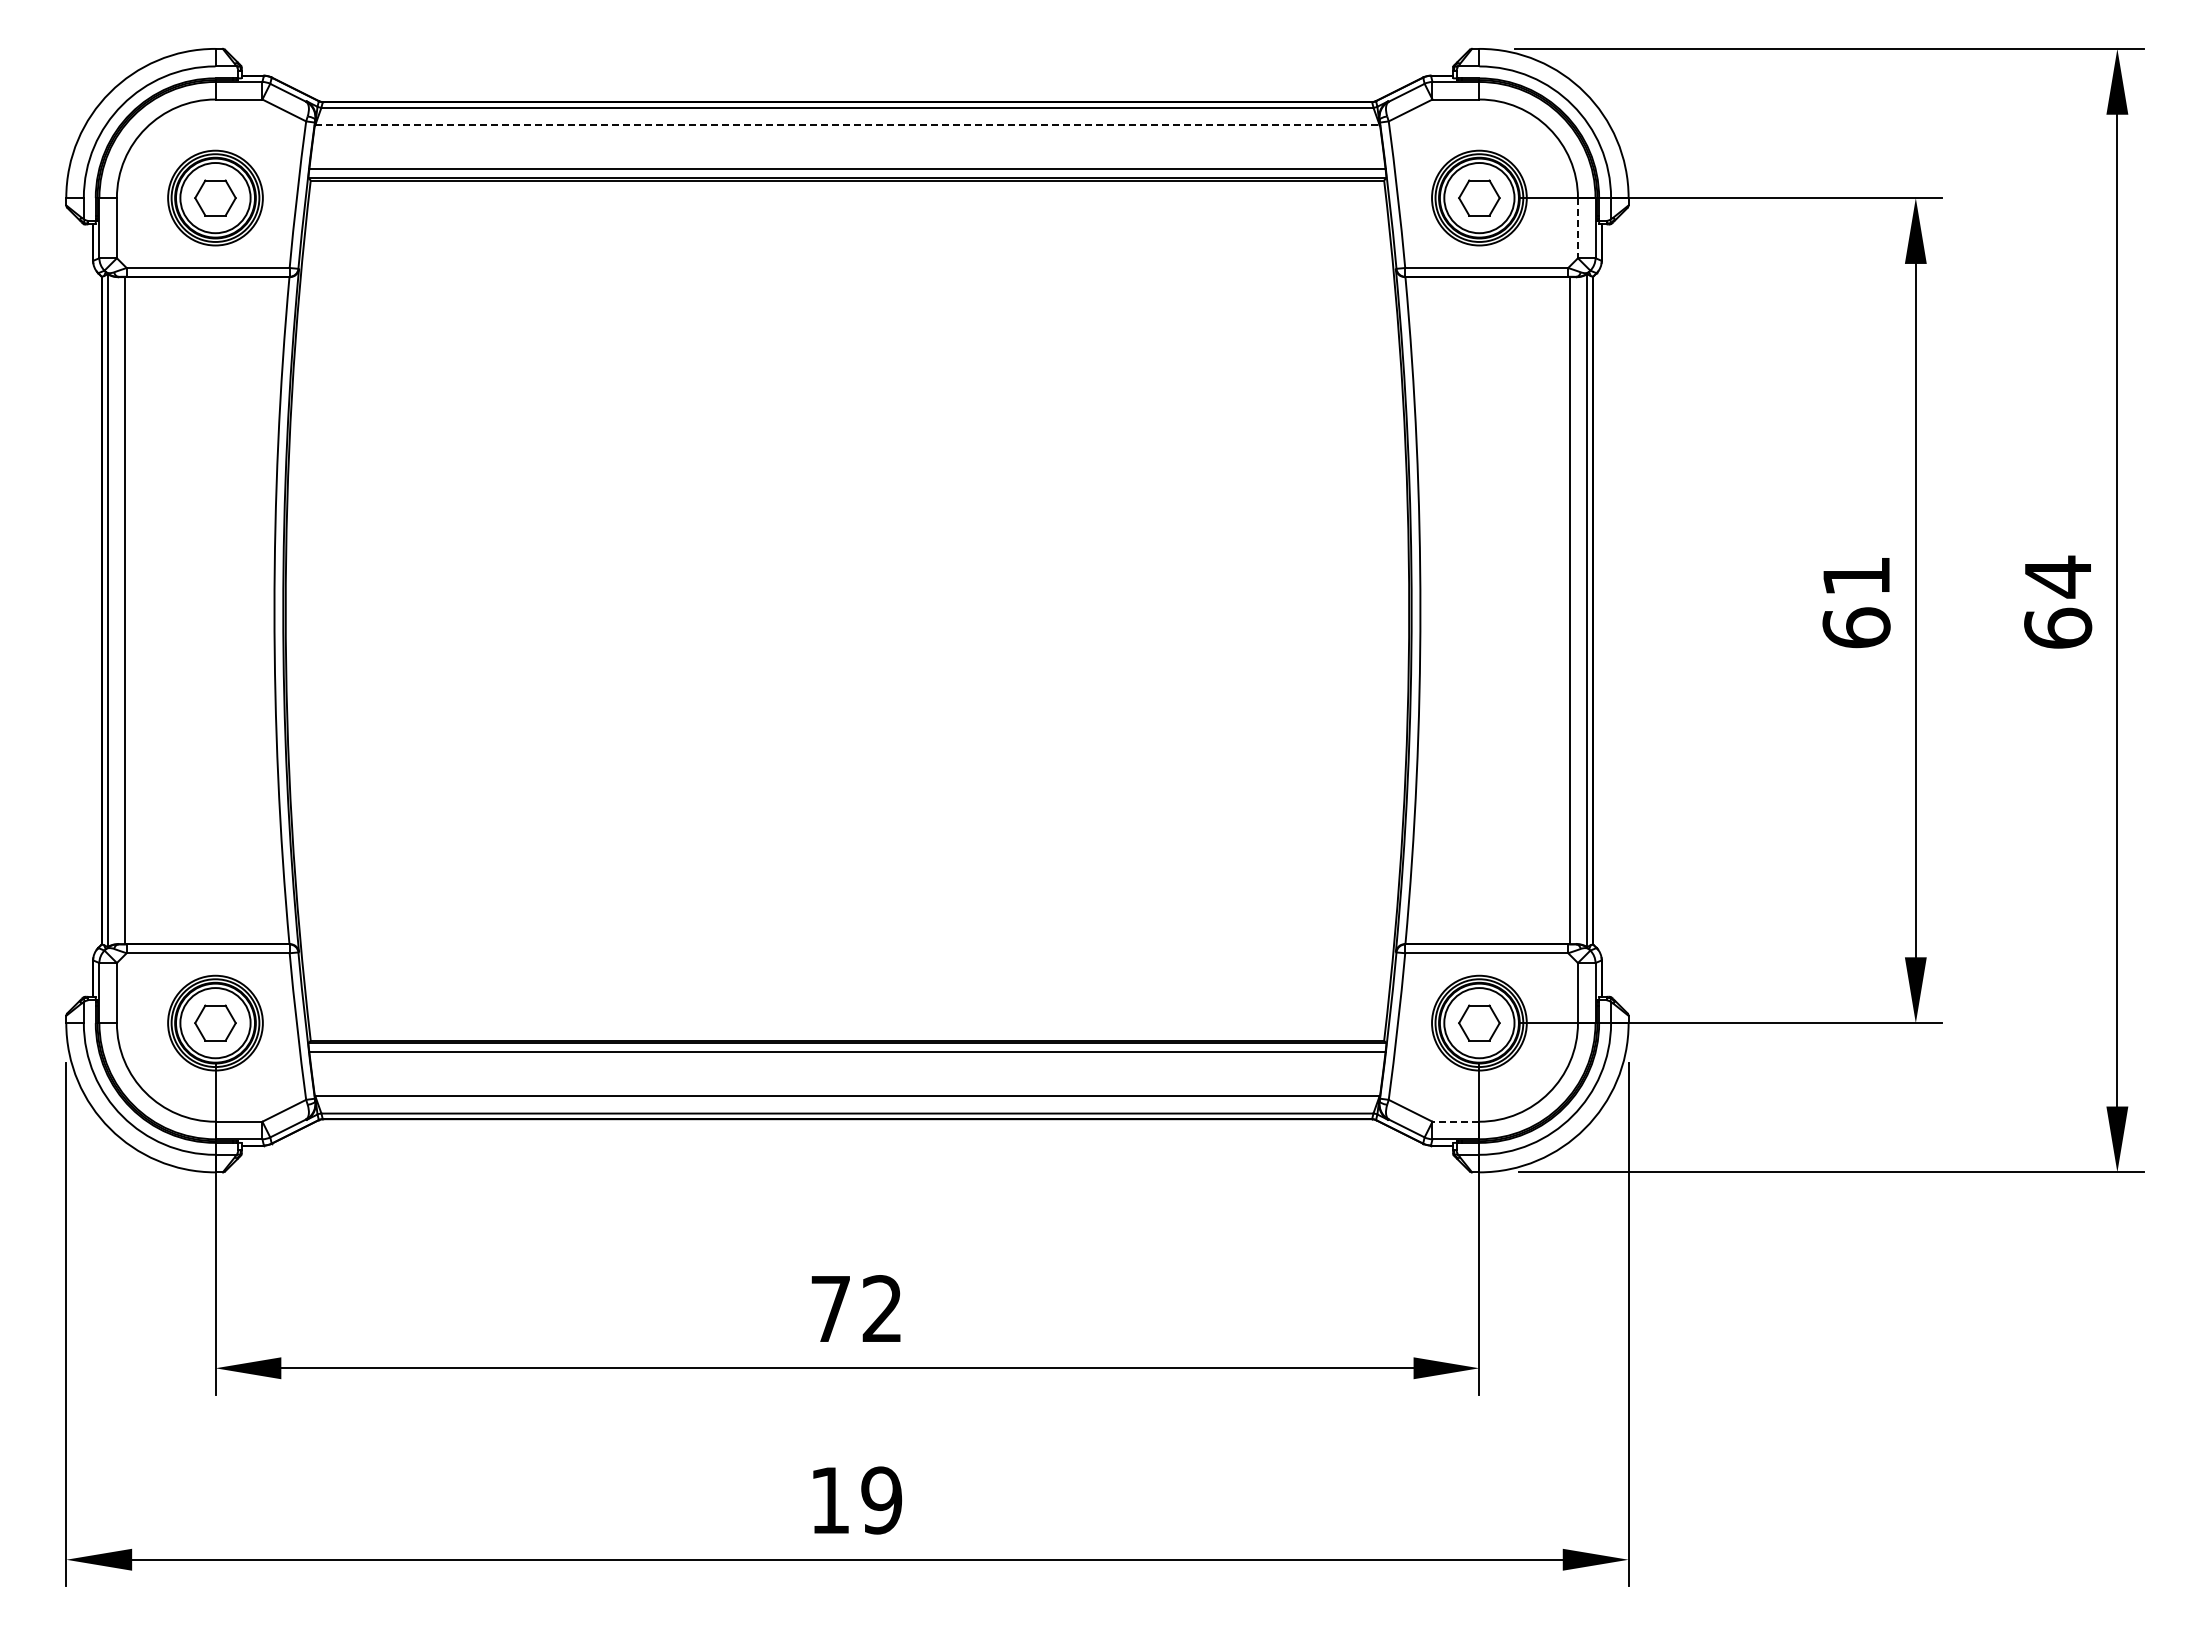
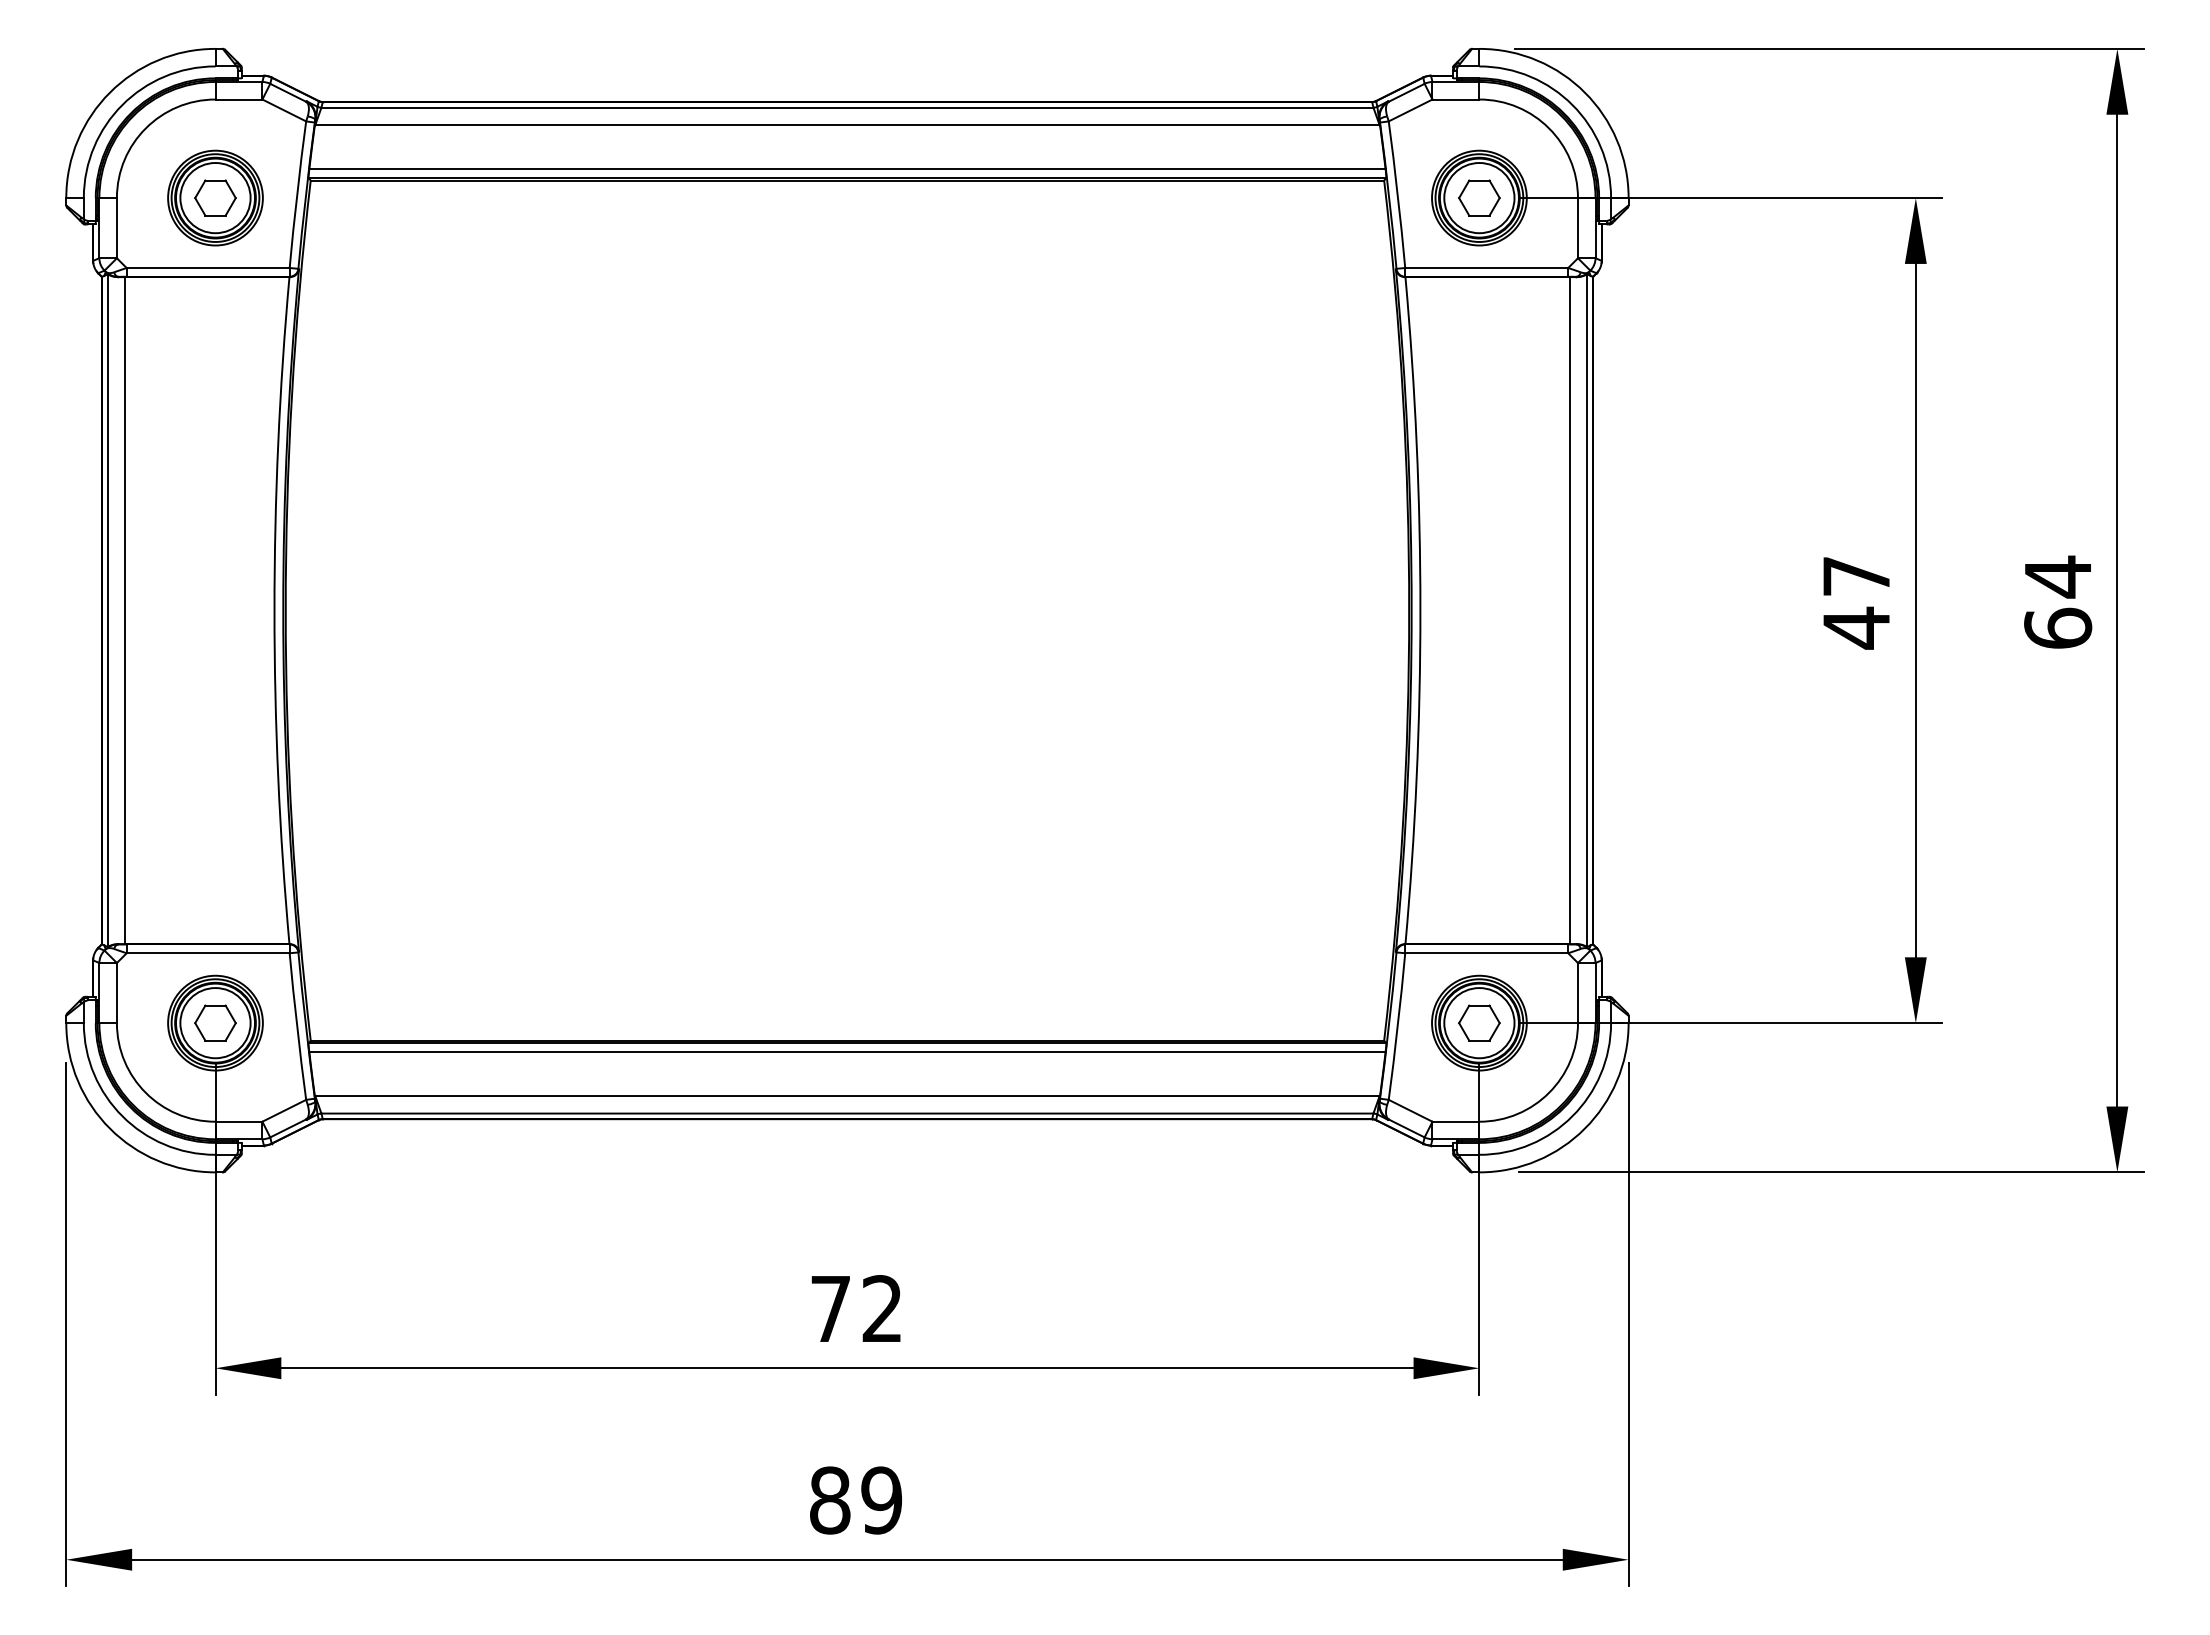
line at (847, 125): dashed -> solid
line at (1577, 228): dashed -> solid
text at (1856, 603): 61 -> 47
line at (1455, 1121): dashed -> solid
text at (830, 1500): 19 -> 89
